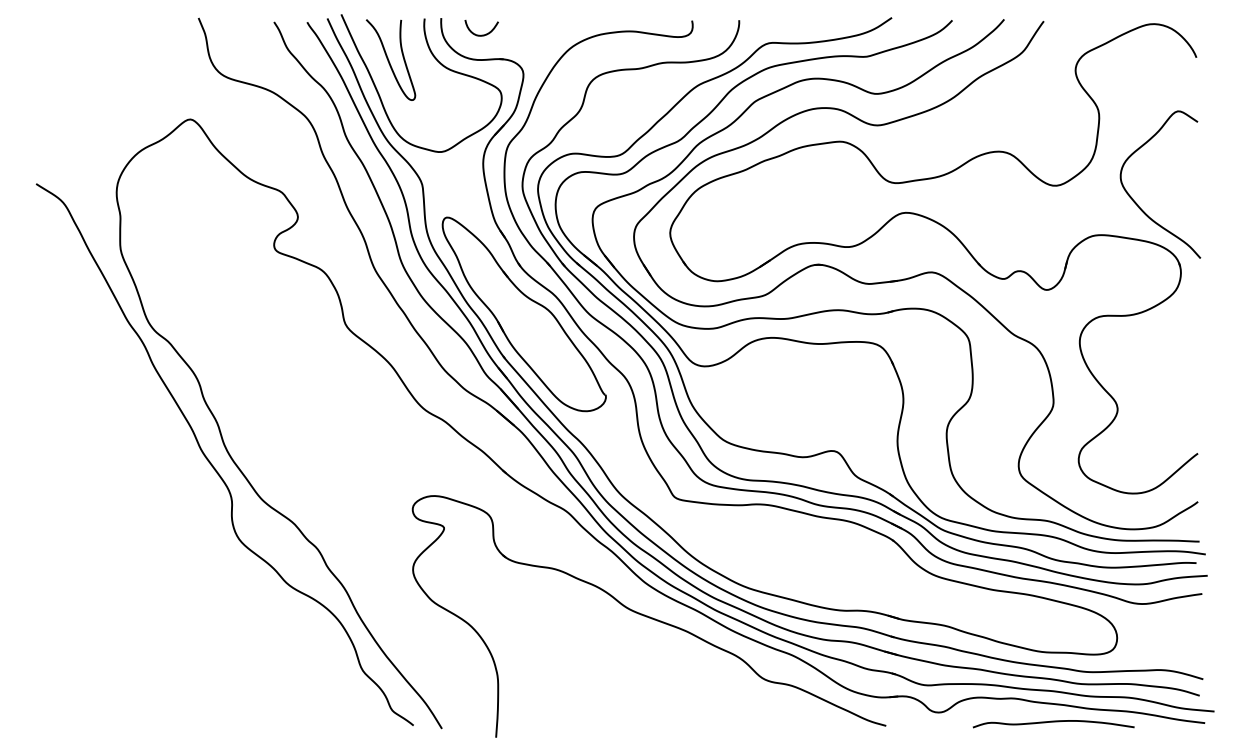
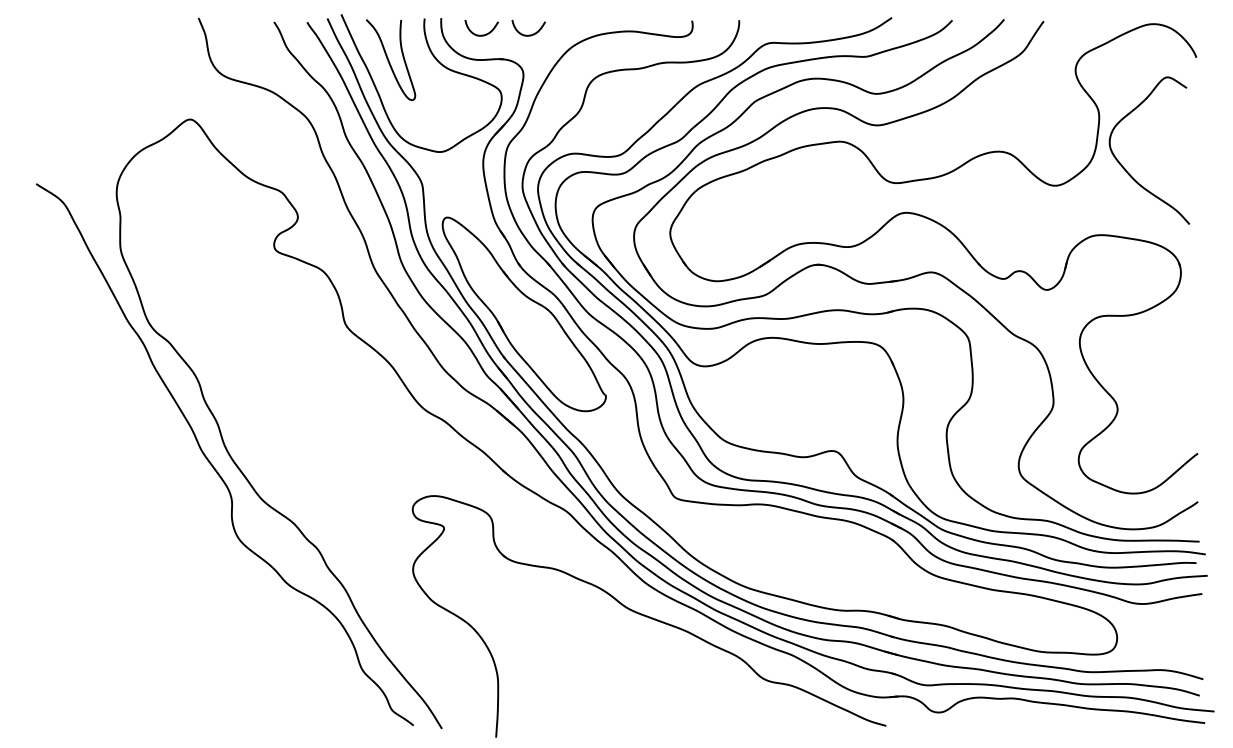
curve at (528, 34): none -> present
curve at (1138, 204) position: (1138, 204) -> (1127, 170)
curve at (1053, 722): present -> none
